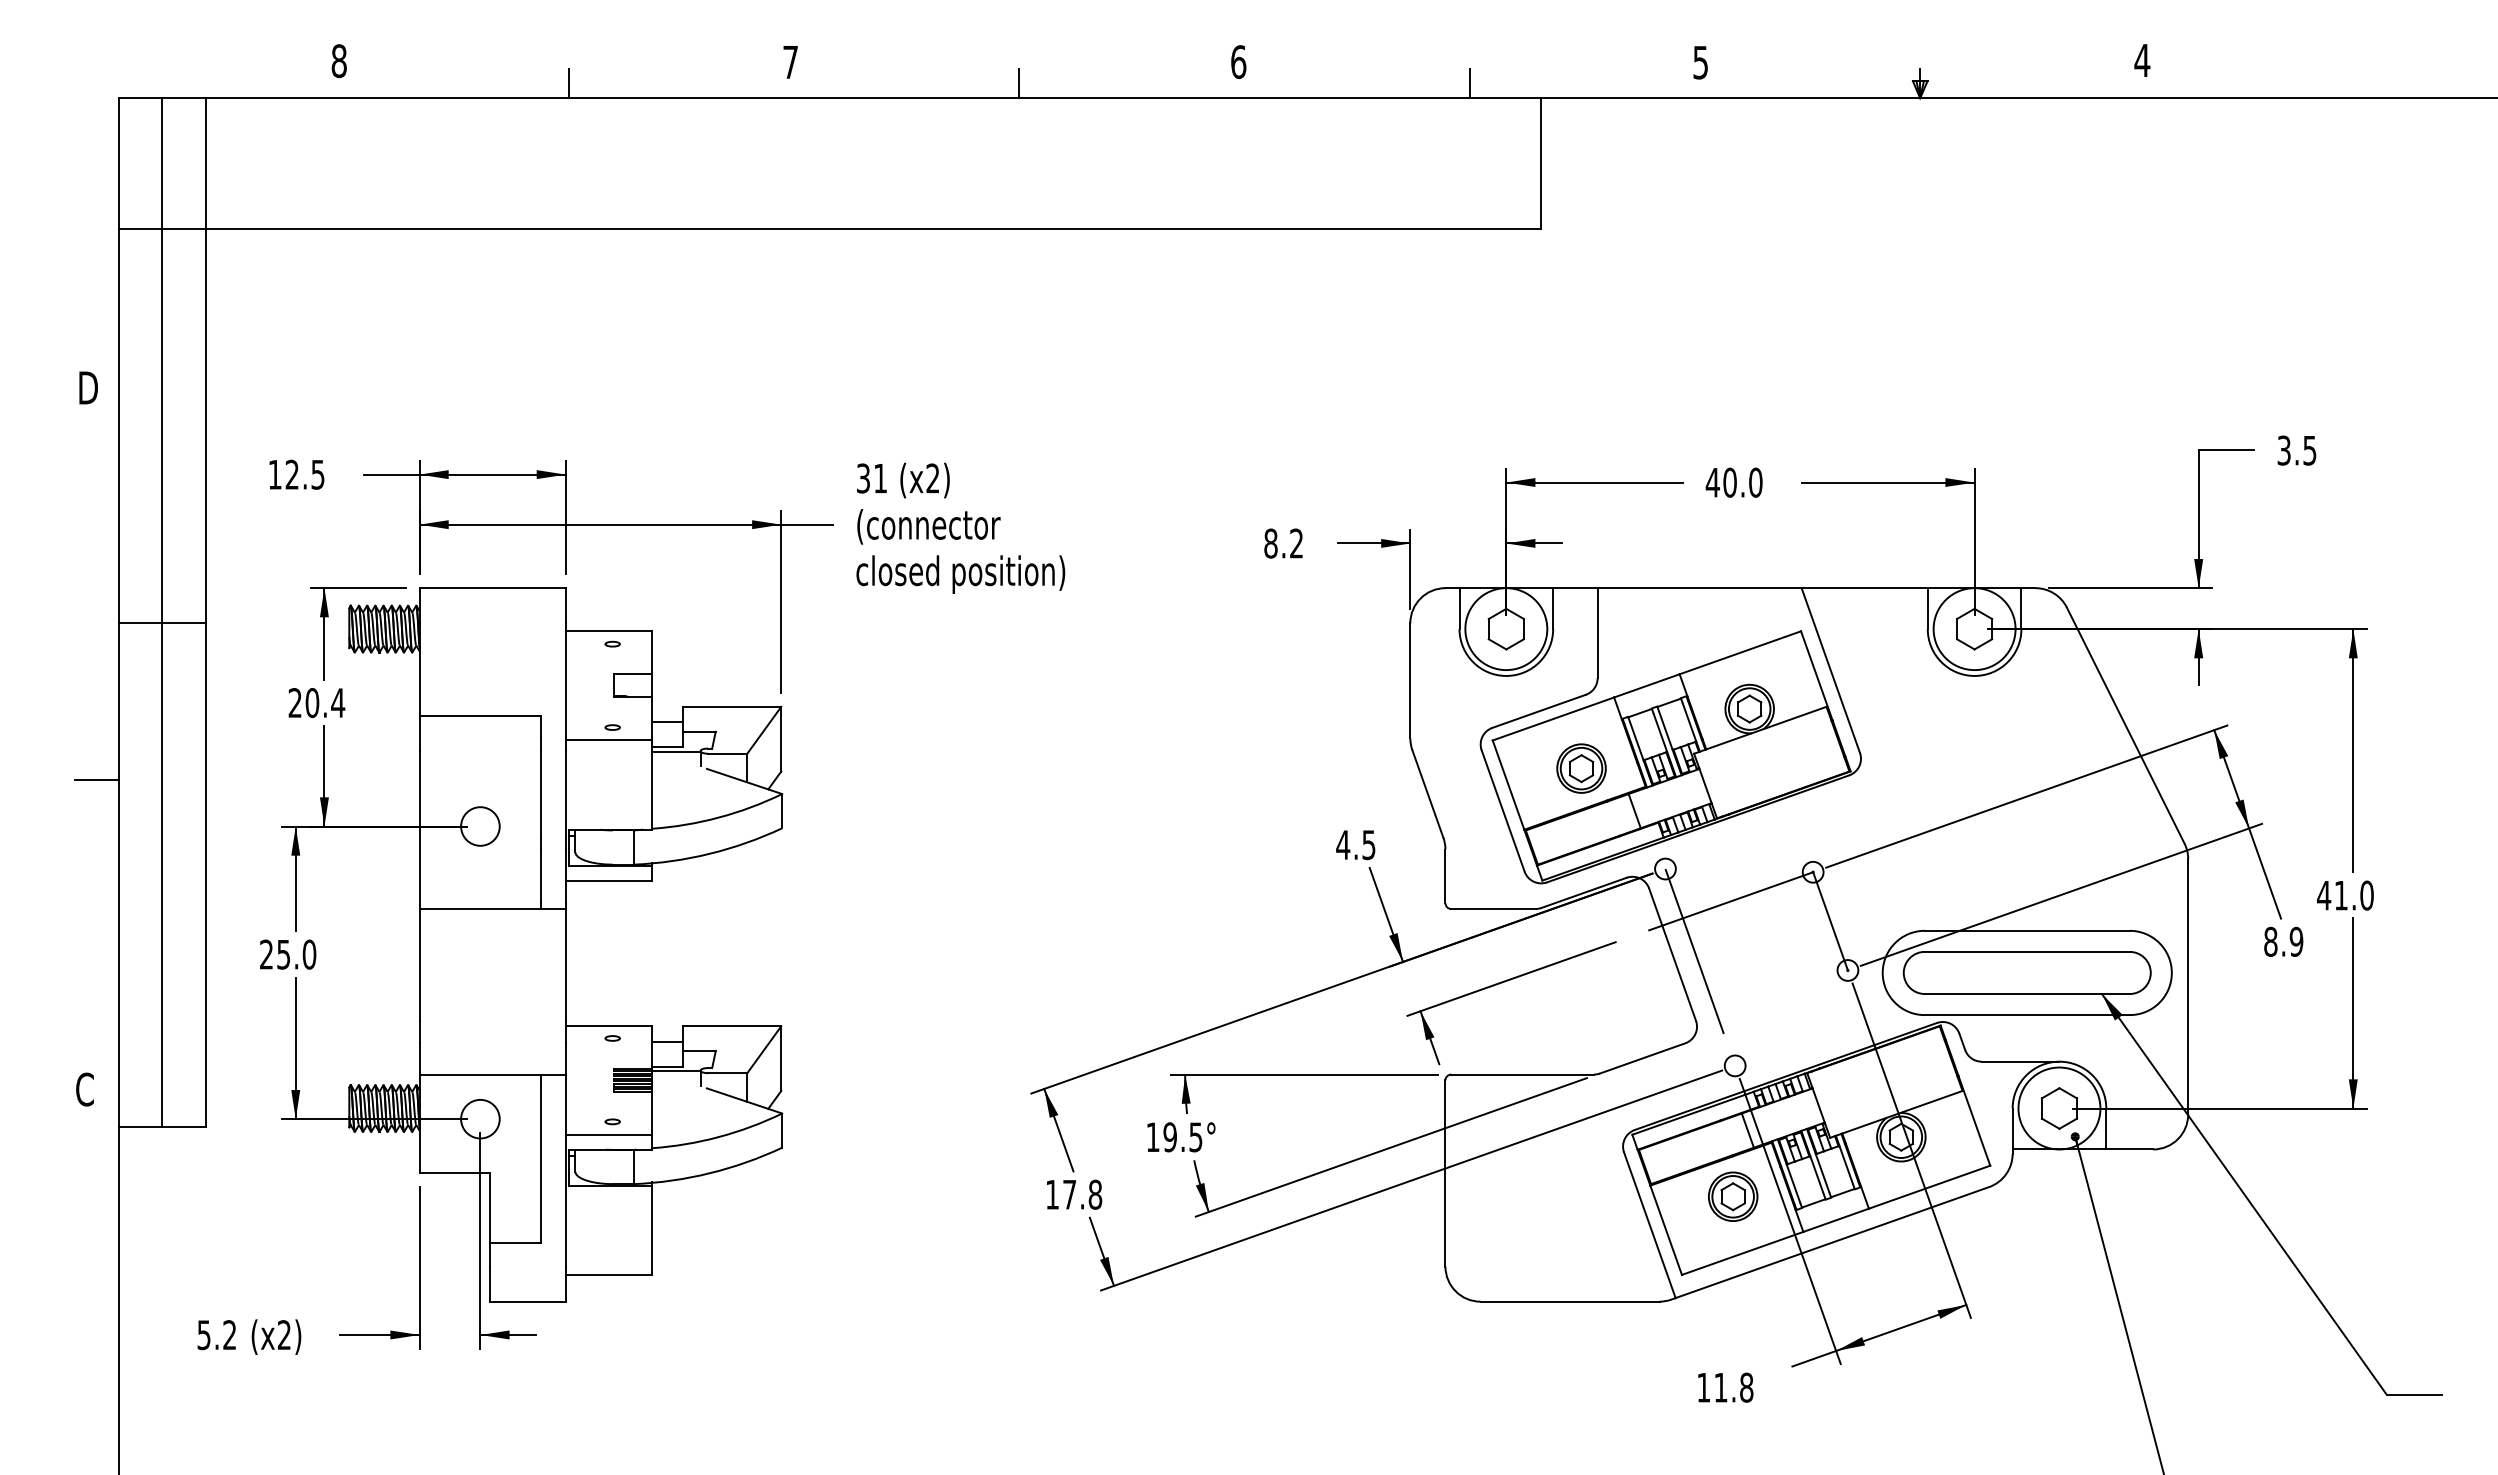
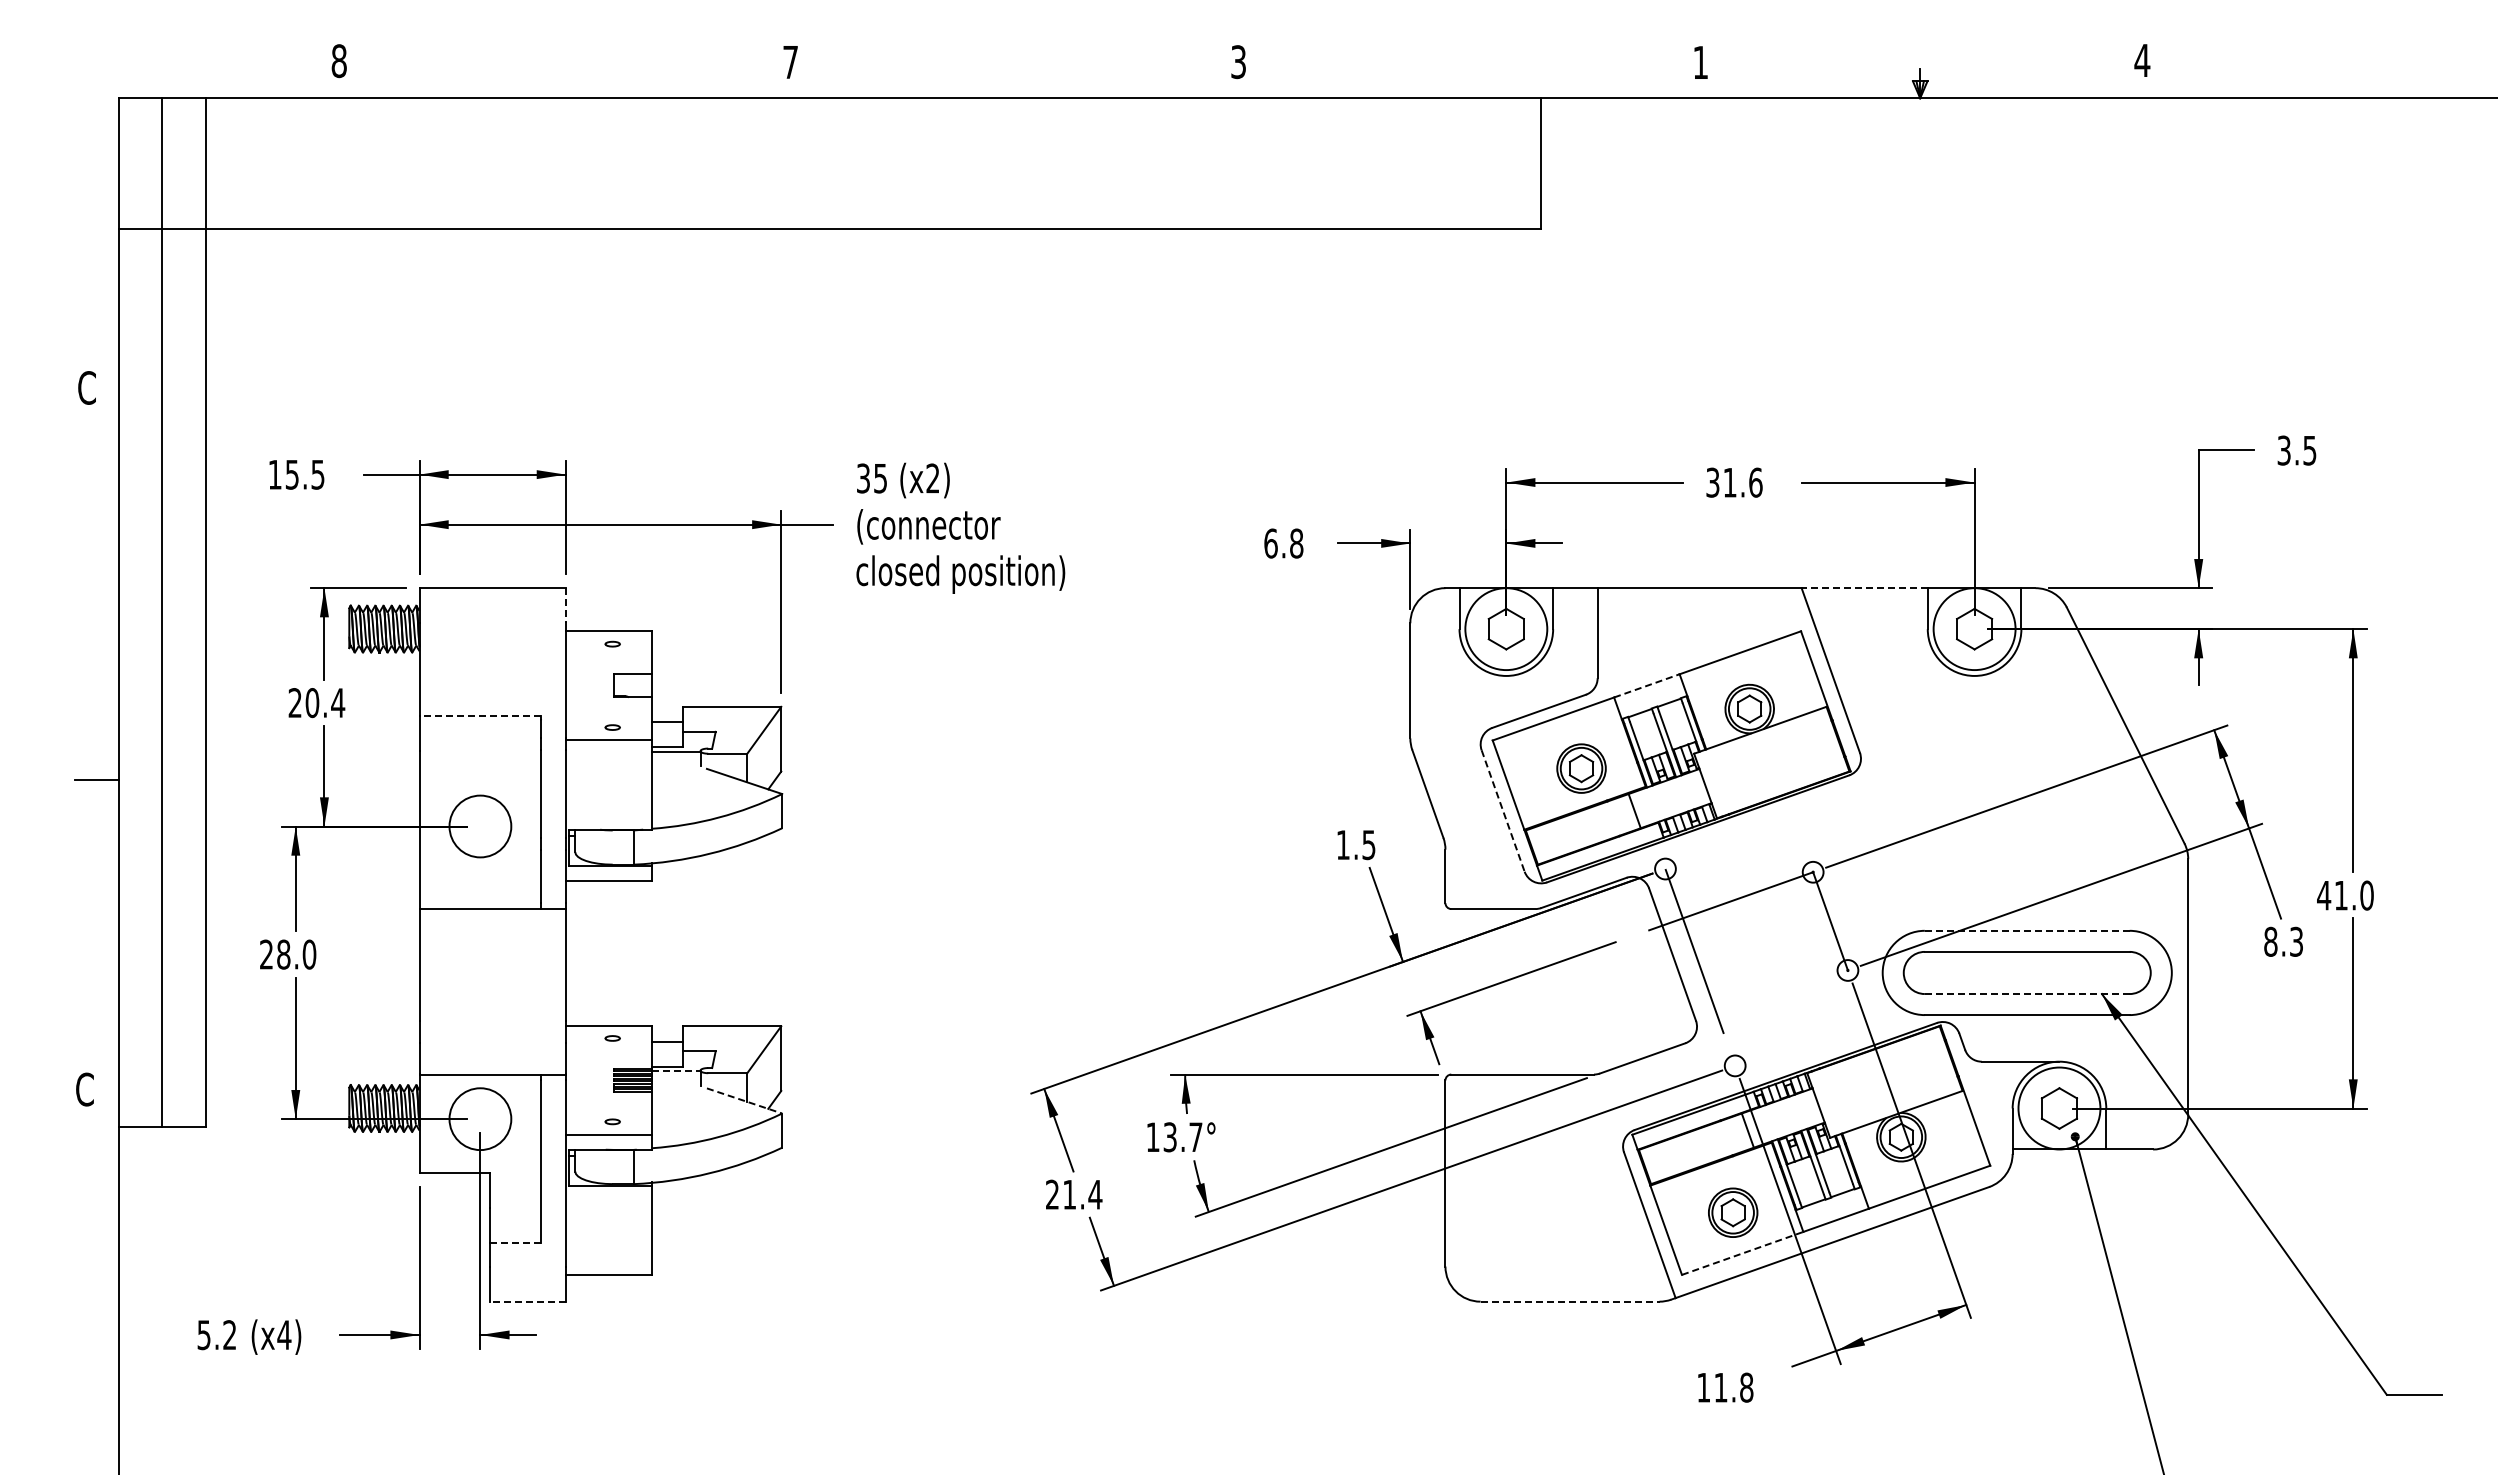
text at (1238, 62): 6 -> 3
text at (1700, 62): 5 -> 1
line at (569, 83): present -> none
line at (1019, 83): present -> none
line at (1469, 83): present -> none
text at (87, 387): D -> C
text at (291, 474): 12.5 -> 15.5
text at (880, 478): 31 -> 35
text at (1733, 482): 40.0 -> 31.6
text at (1283, 543): 8.2 -> 6.8
line at (1864, 588): solid -> dashed
line at (565, 605): solid -> dashed
line at (162, 622): present -> none
line at (1646, 685): solid -> dashed
line at (480, 716): solid -> dashed
line at (1503, 811): solid -> dashed
circle at (480, 826) diameter: 39 px -> 62 px
text at (1343, 844): 4.5 -> 1.5
line at (2026, 930): solid -> dashed
text at (2296, 941): 8.9 -> 8.3
text at (283, 954): 25.0 -> 28.0
line at (2027, 994): solid -> dashed
line at (676, 1071): solid -> dashed
line at (744, 1100): solid -> dashed
circle at (480, 1118) diameter: 39 px -> 62 px
text at (1182, 1137): 19.5° -> 13.7°
text at (1074, 1194): 17.8 -> 21.4
part at (1733, 1196) position: (1733, 1196) -> (1733, 1212)
line at (515, 1243): solid -> dashed
line at (1743, 1253): solid -> dashed
line at (527, 1301): solid -> dashed
line at (1570, 1301): solid -> dashed
text at (284, 1334): (x2) -> (x4)
